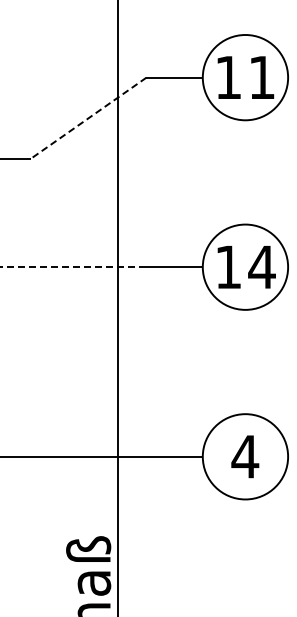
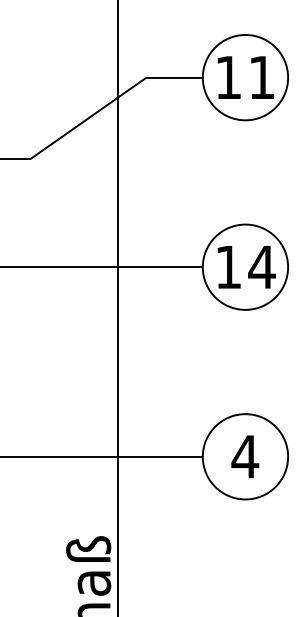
line at (88, 118): dashed -> solid
line at (73, 267): dashed -> solid
